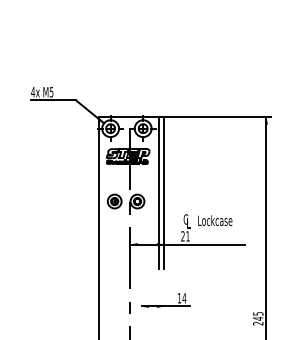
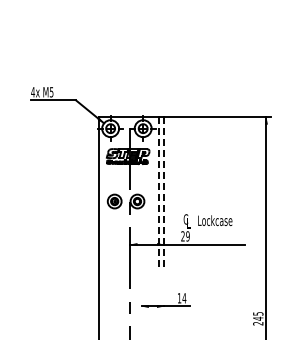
line at (158, 193): solid -> dashed
line at (164, 193): solid -> dashed
text at (187, 236): 21 -> 29
